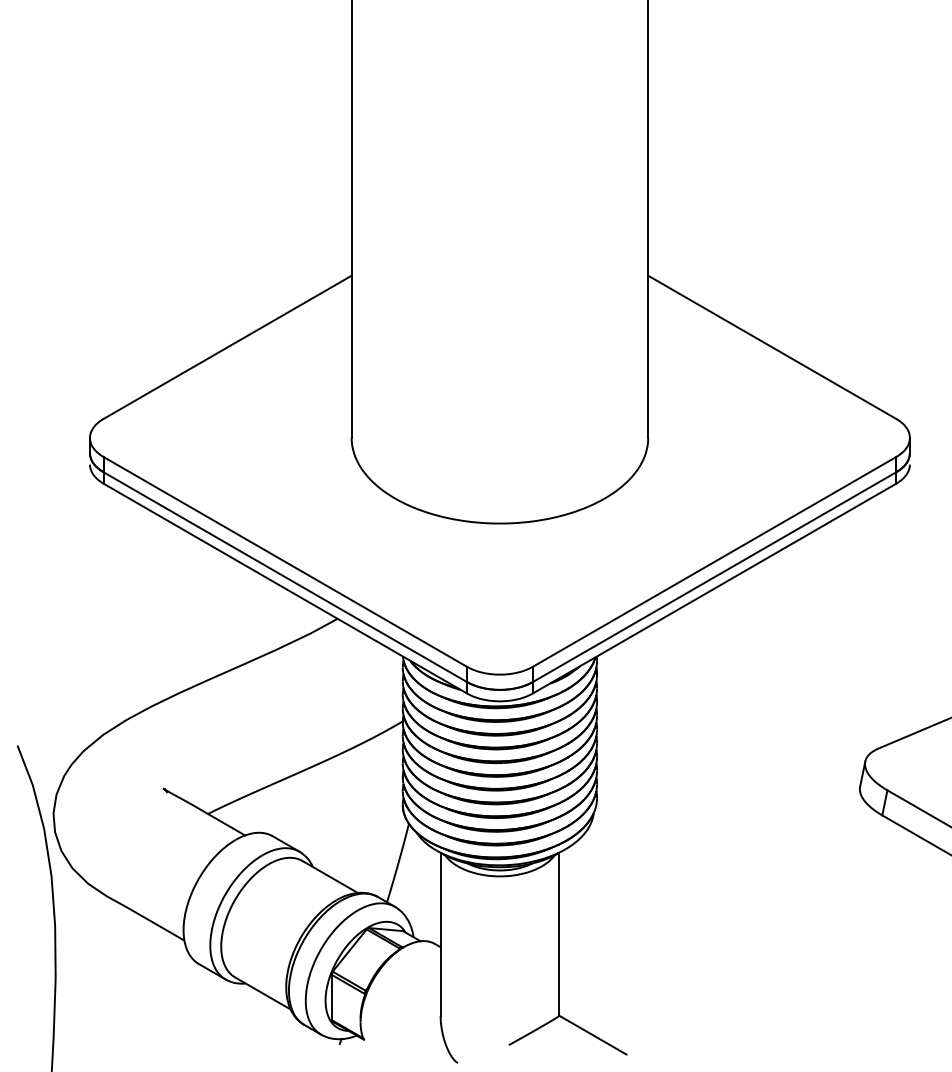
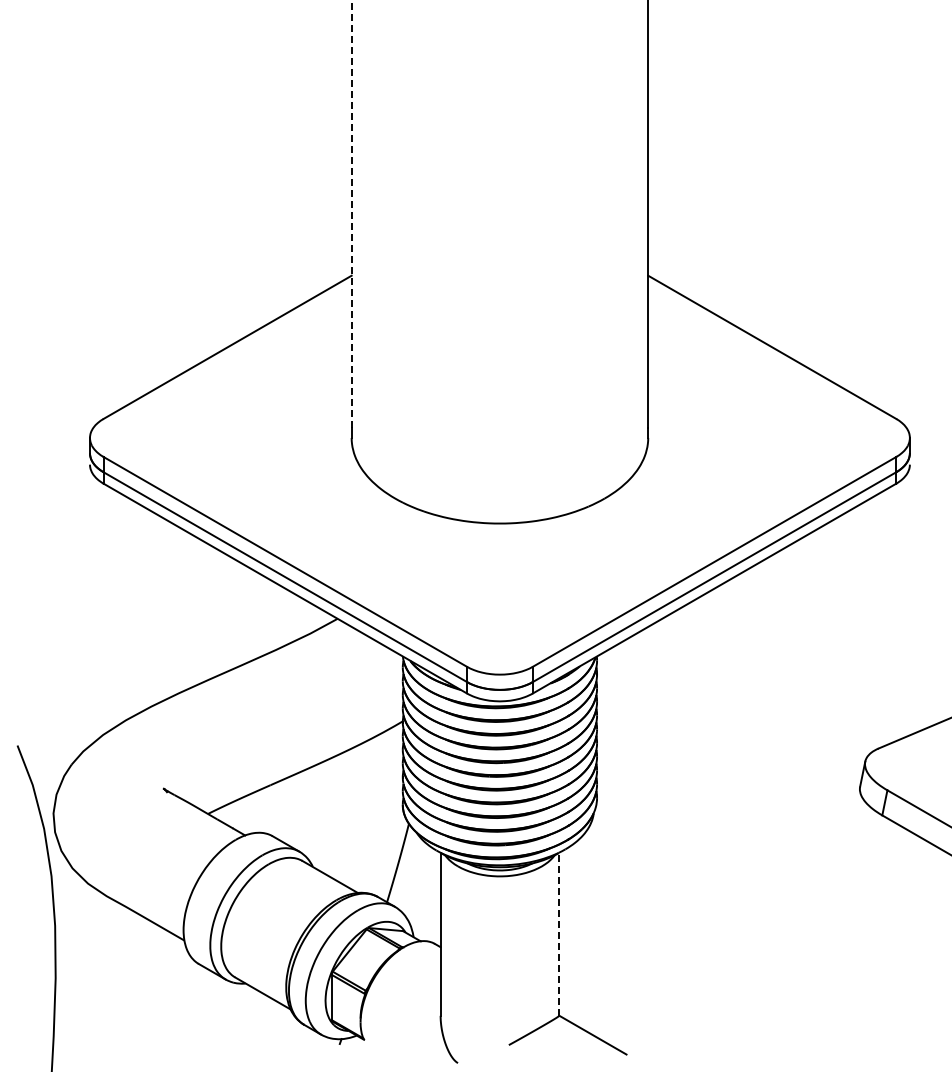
line at (351, 214): solid -> dashed
line at (559, 933): solid -> dashed
